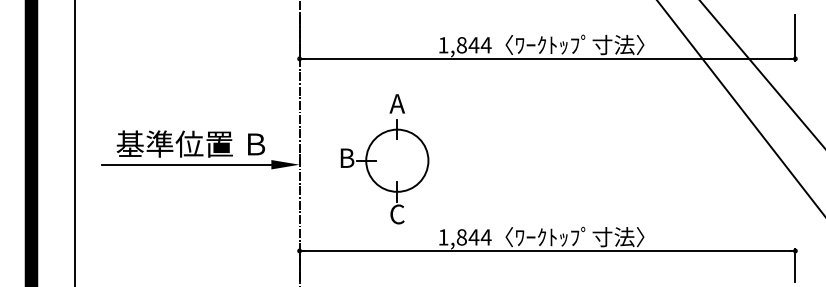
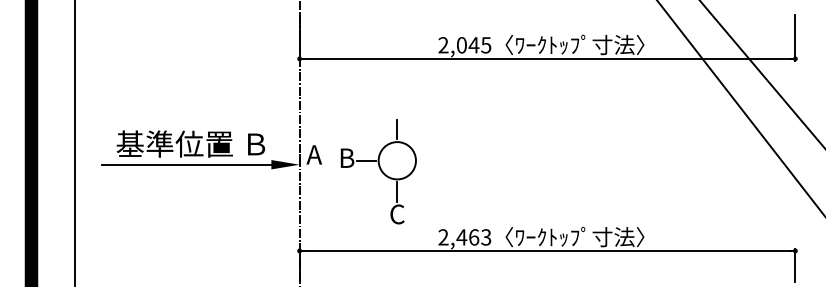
text at (464, 45): 1,844 -> 2,045
text at (396, 103) position: (396, 103) -> (313, 154)
circle at (397, 160) diameter: 62 px -> 37 px
text at (464, 237): 1,844 -> 2,463
